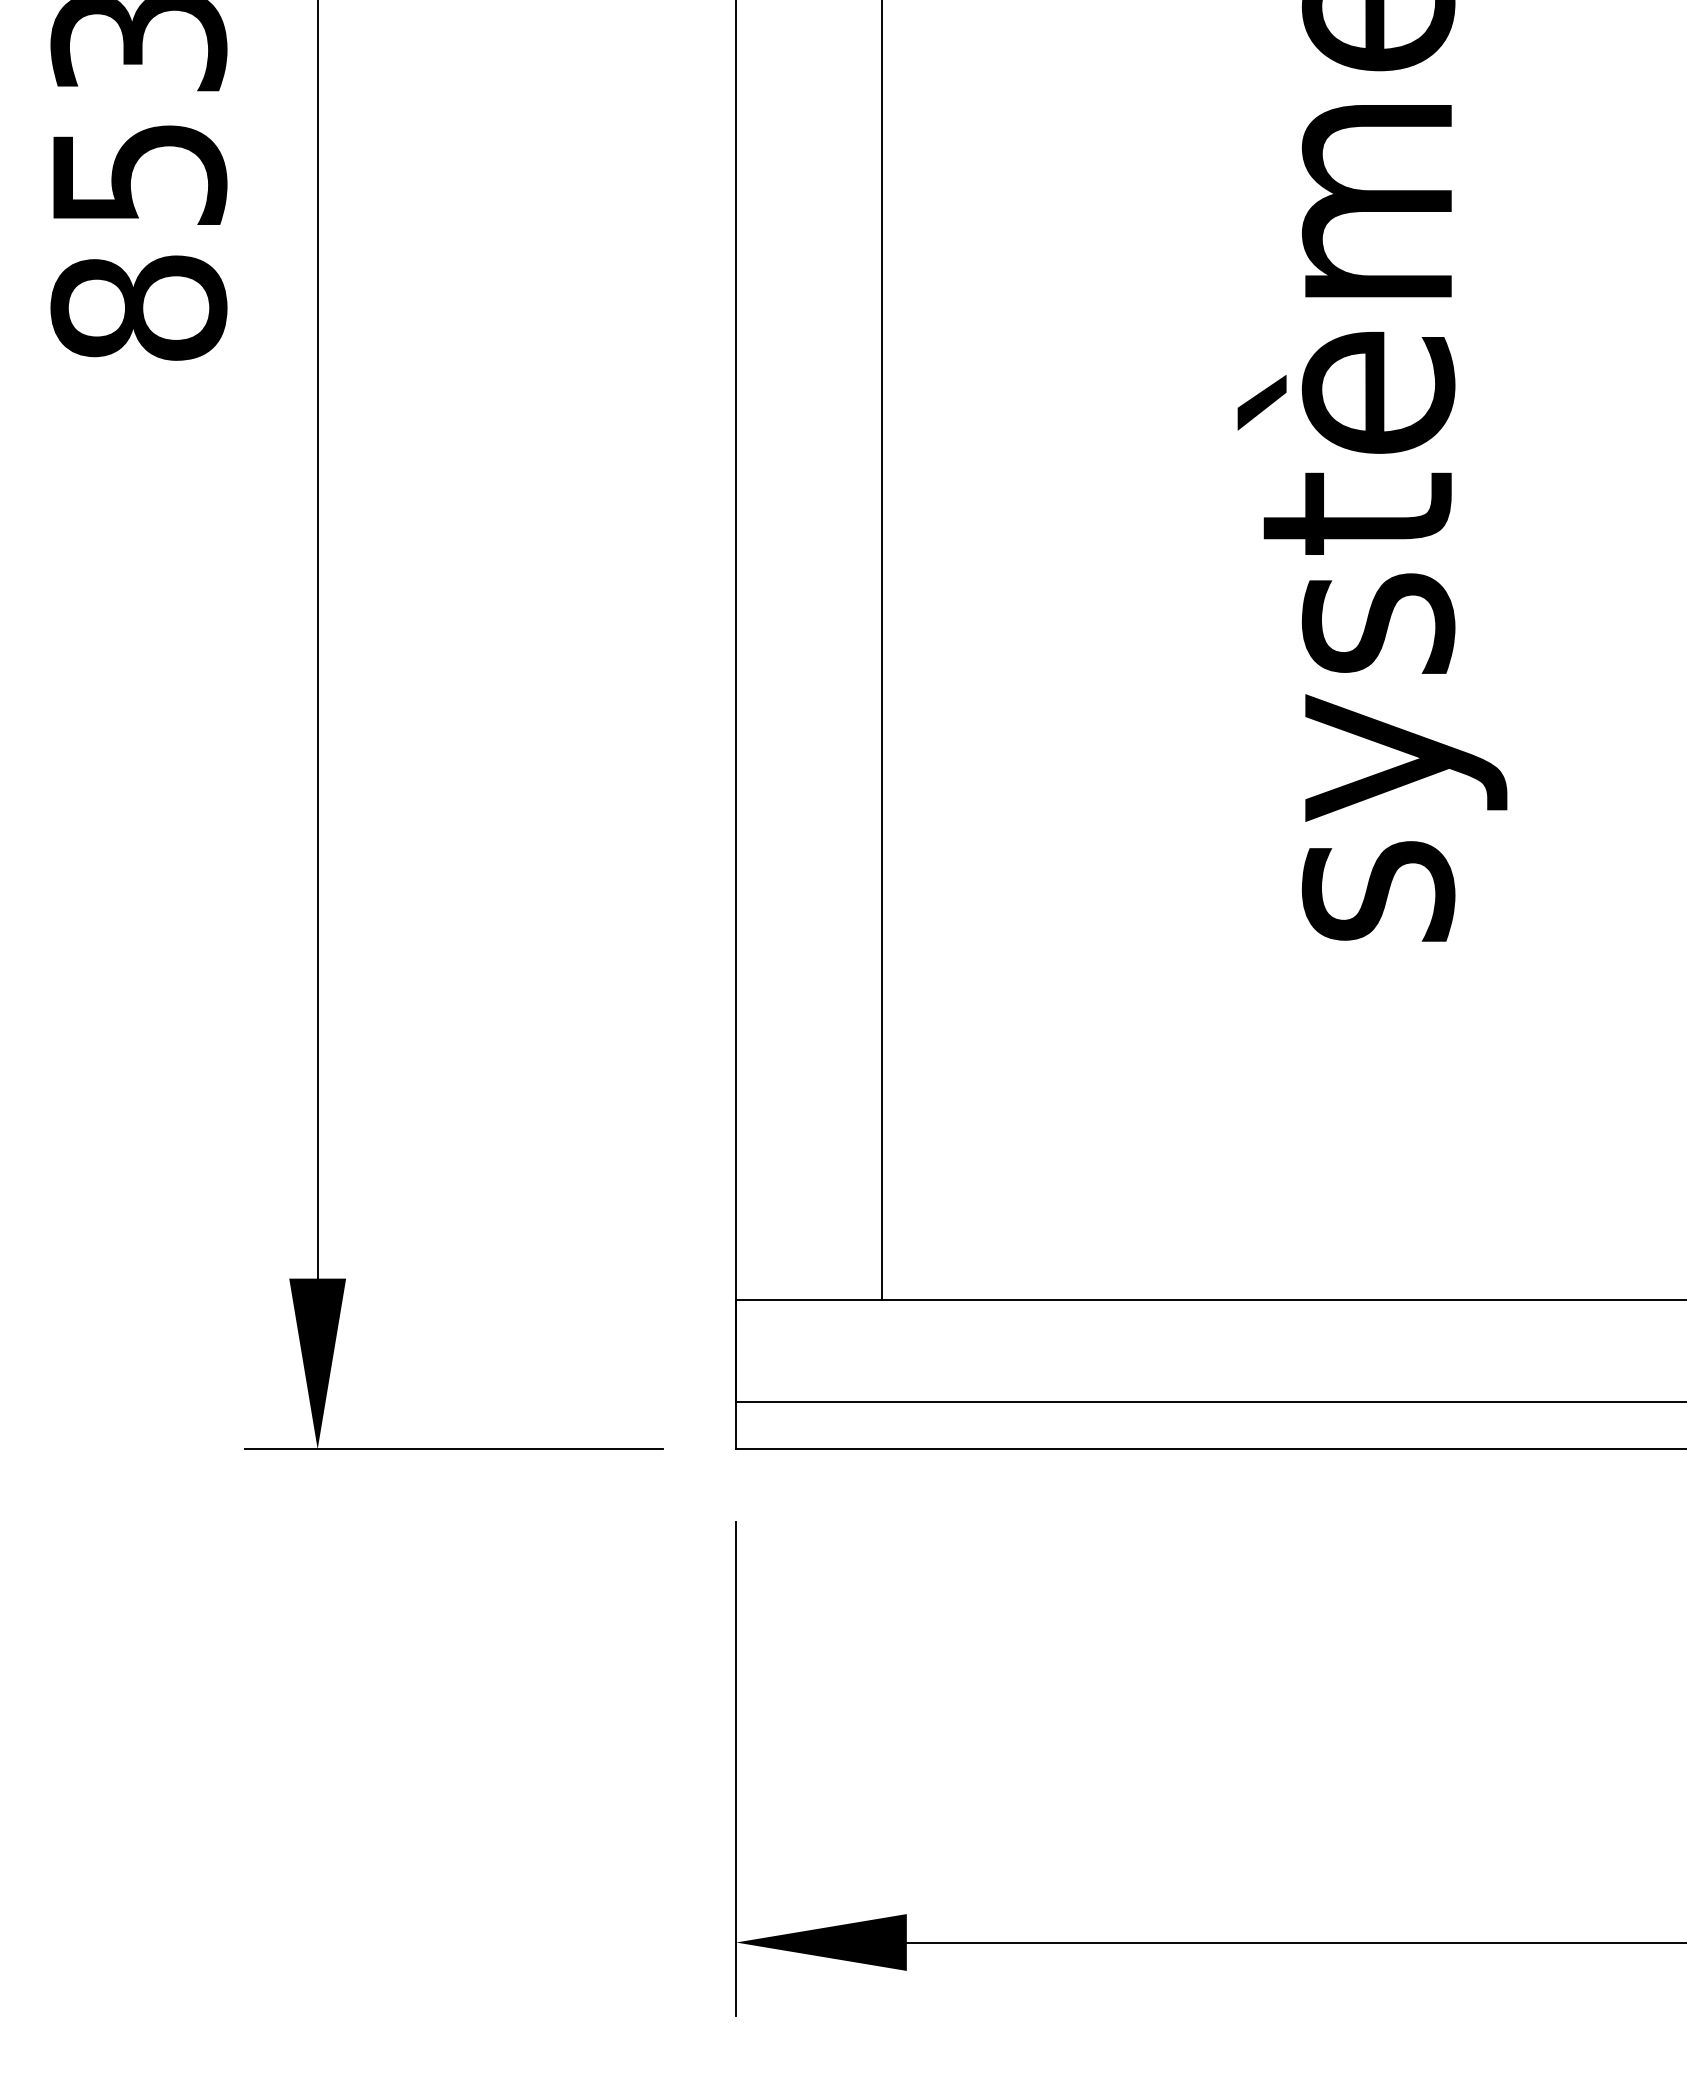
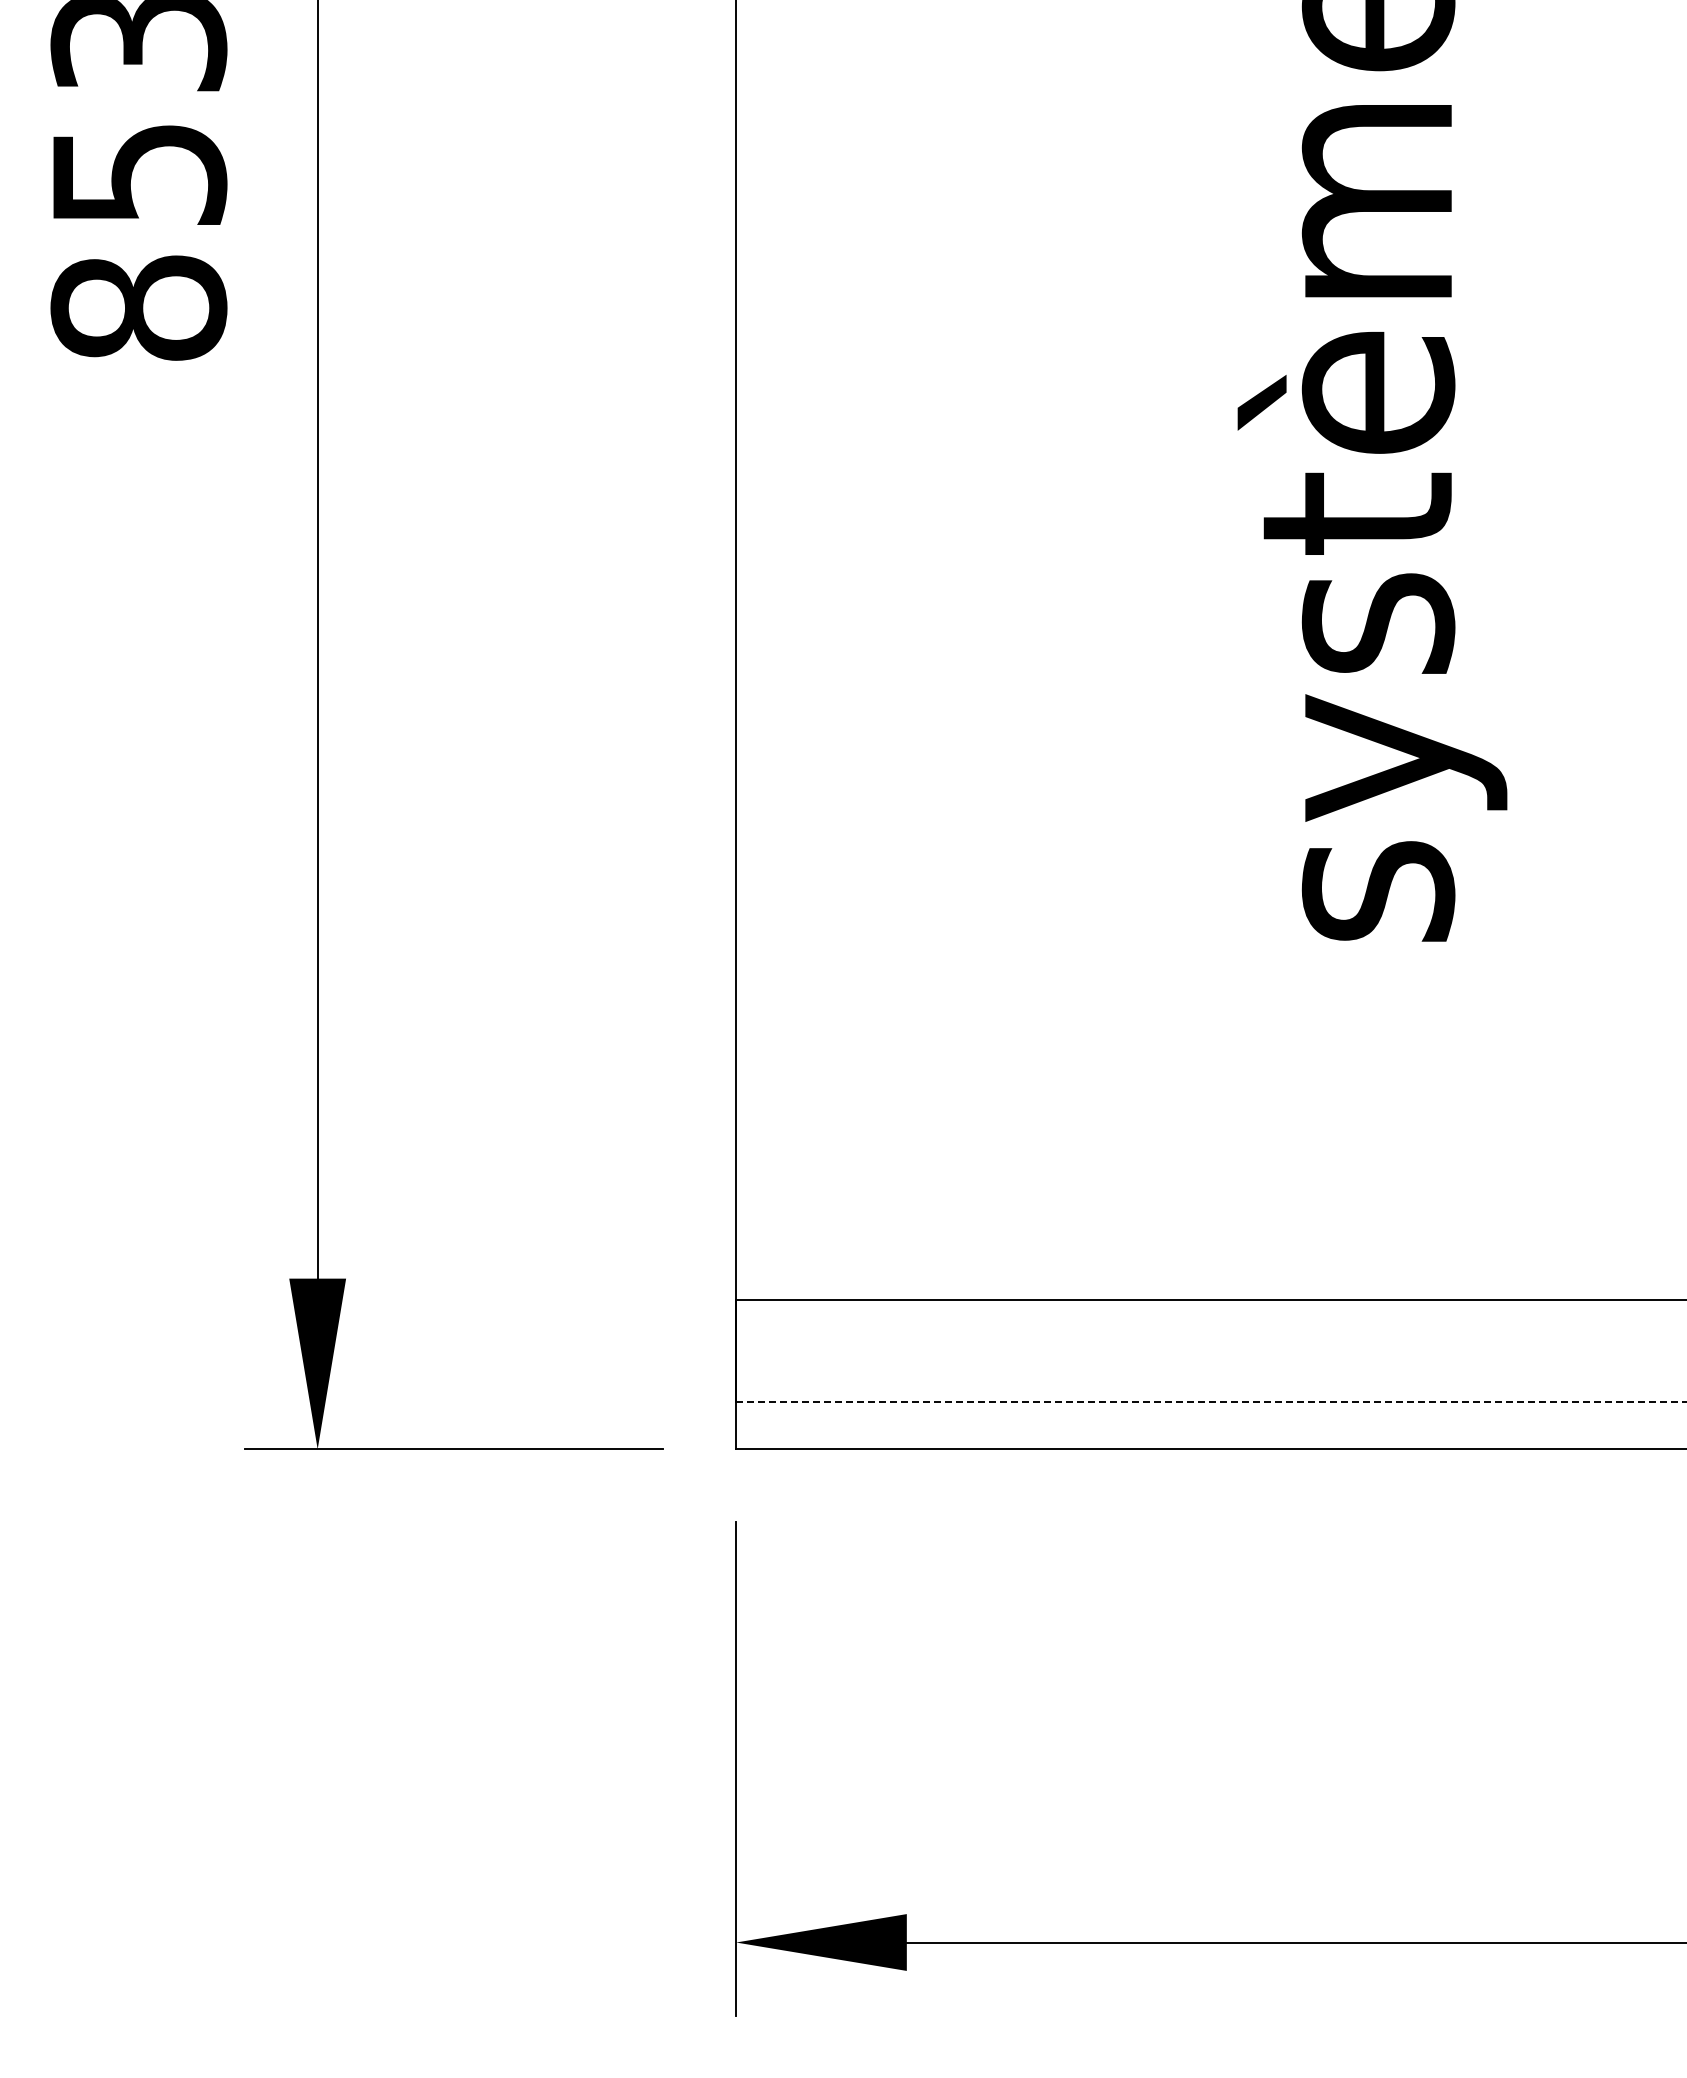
line at (882, 651): present -> none
line at (1211, 1401): solid -> dashed
